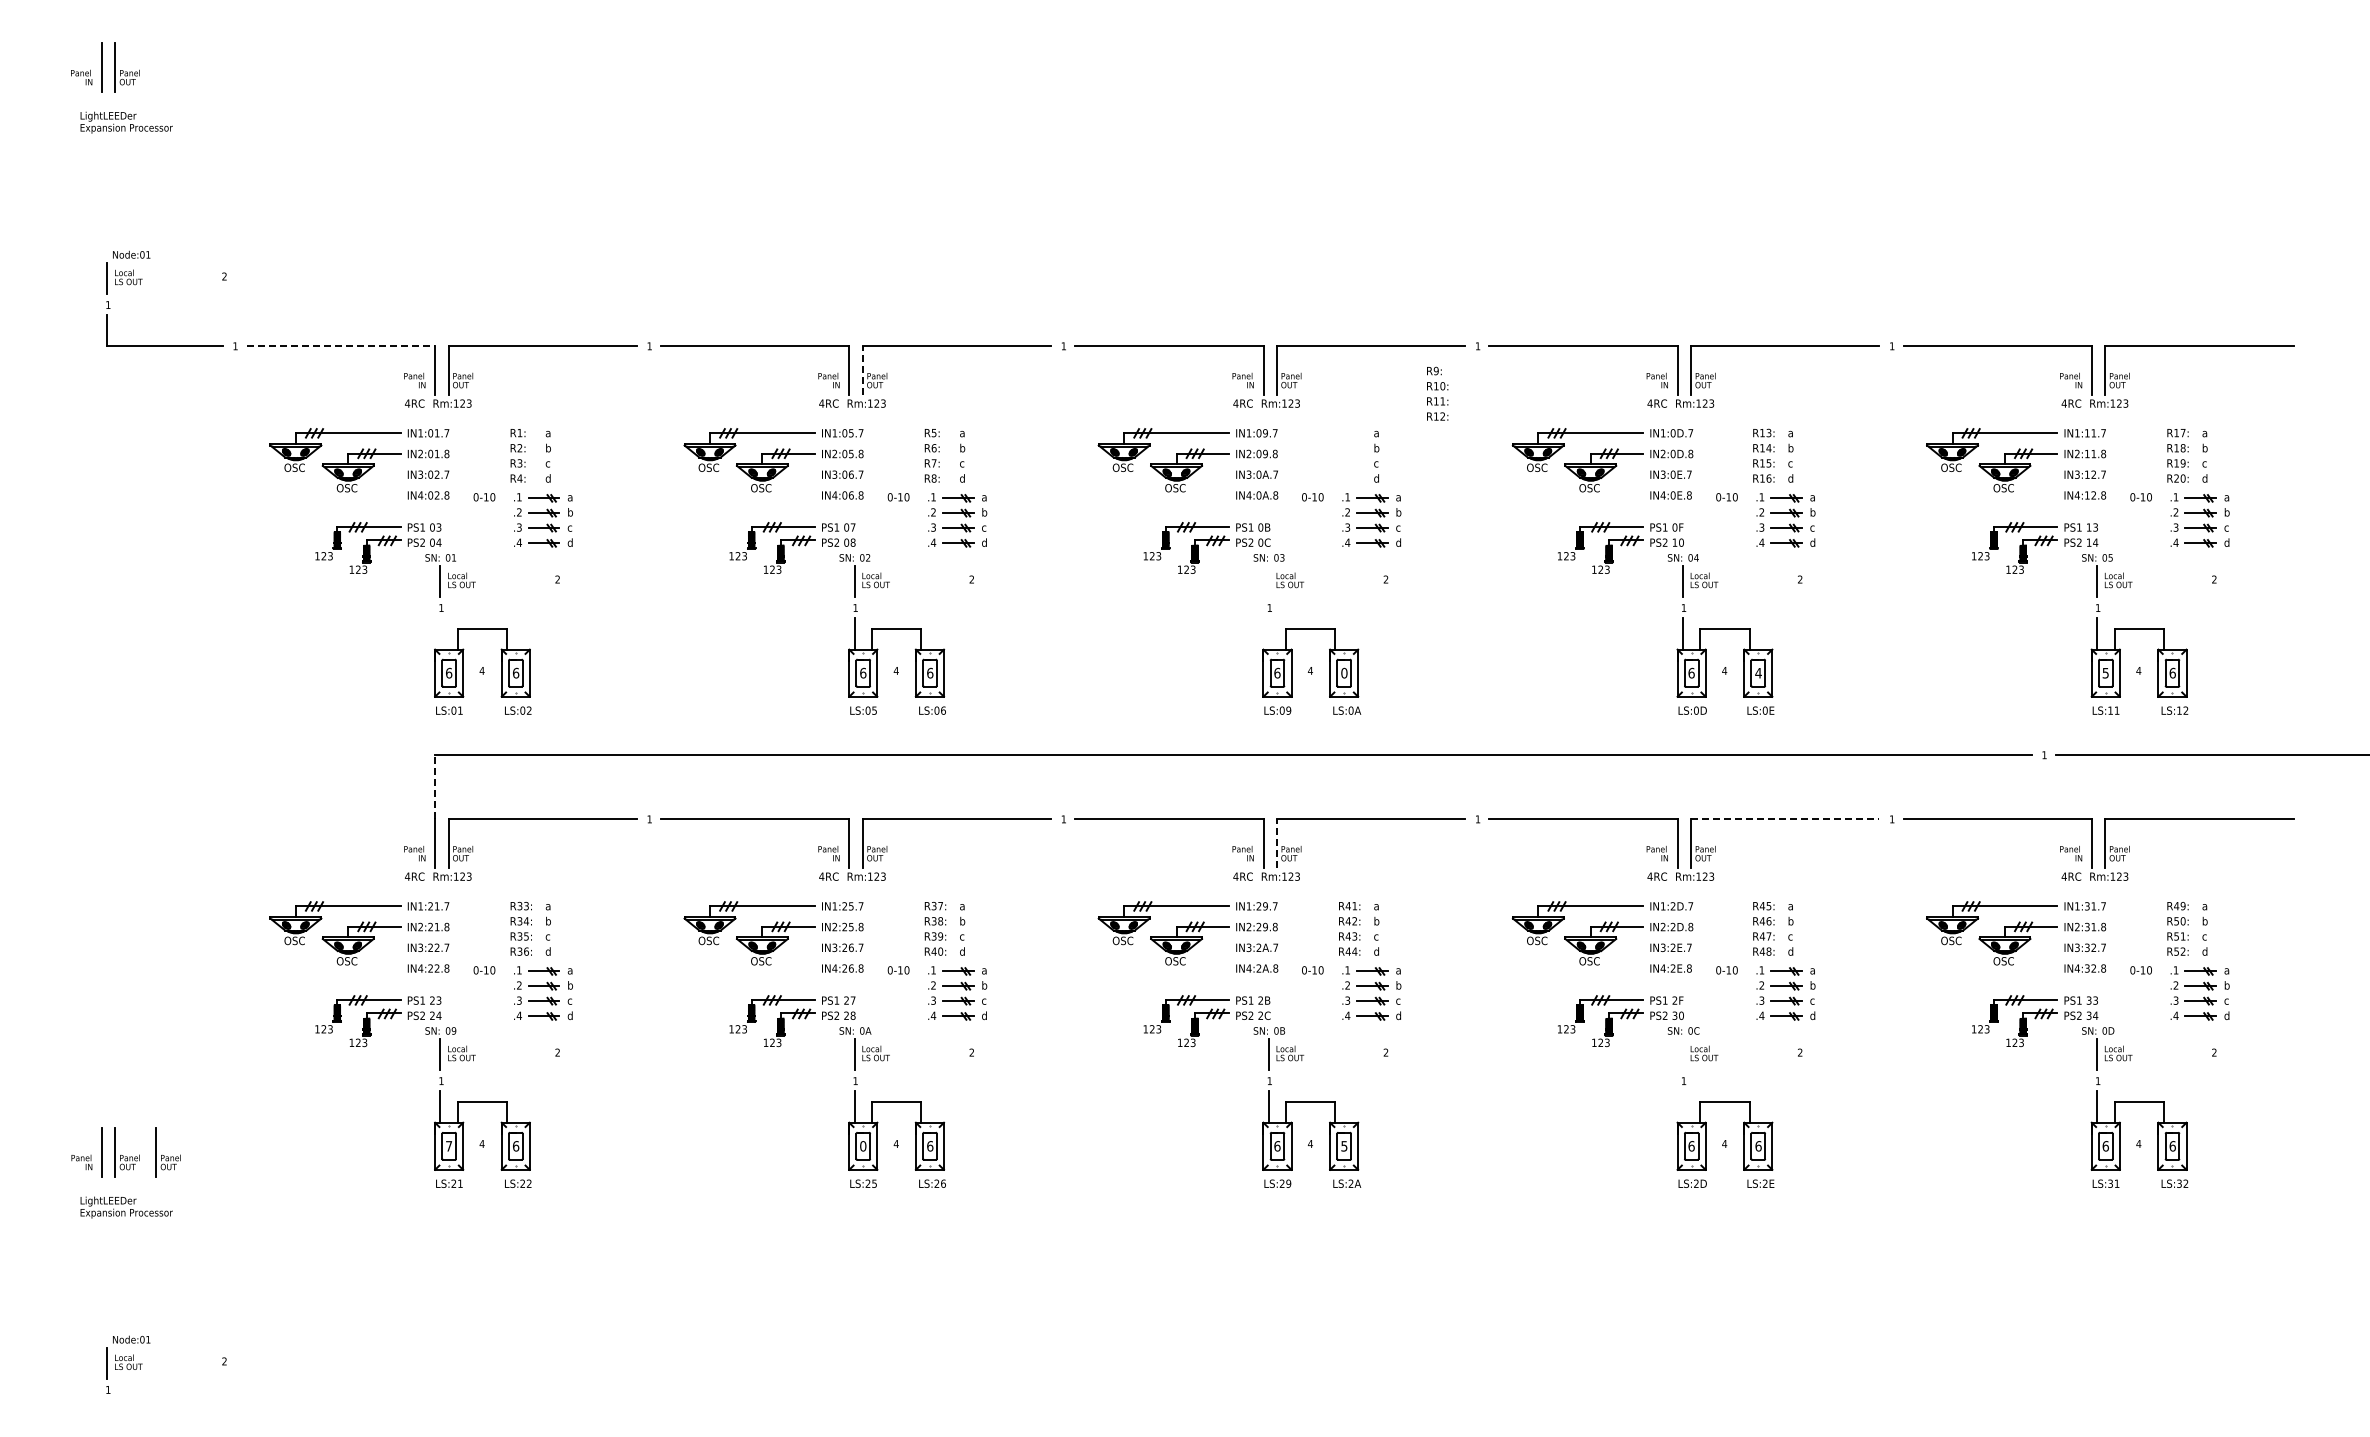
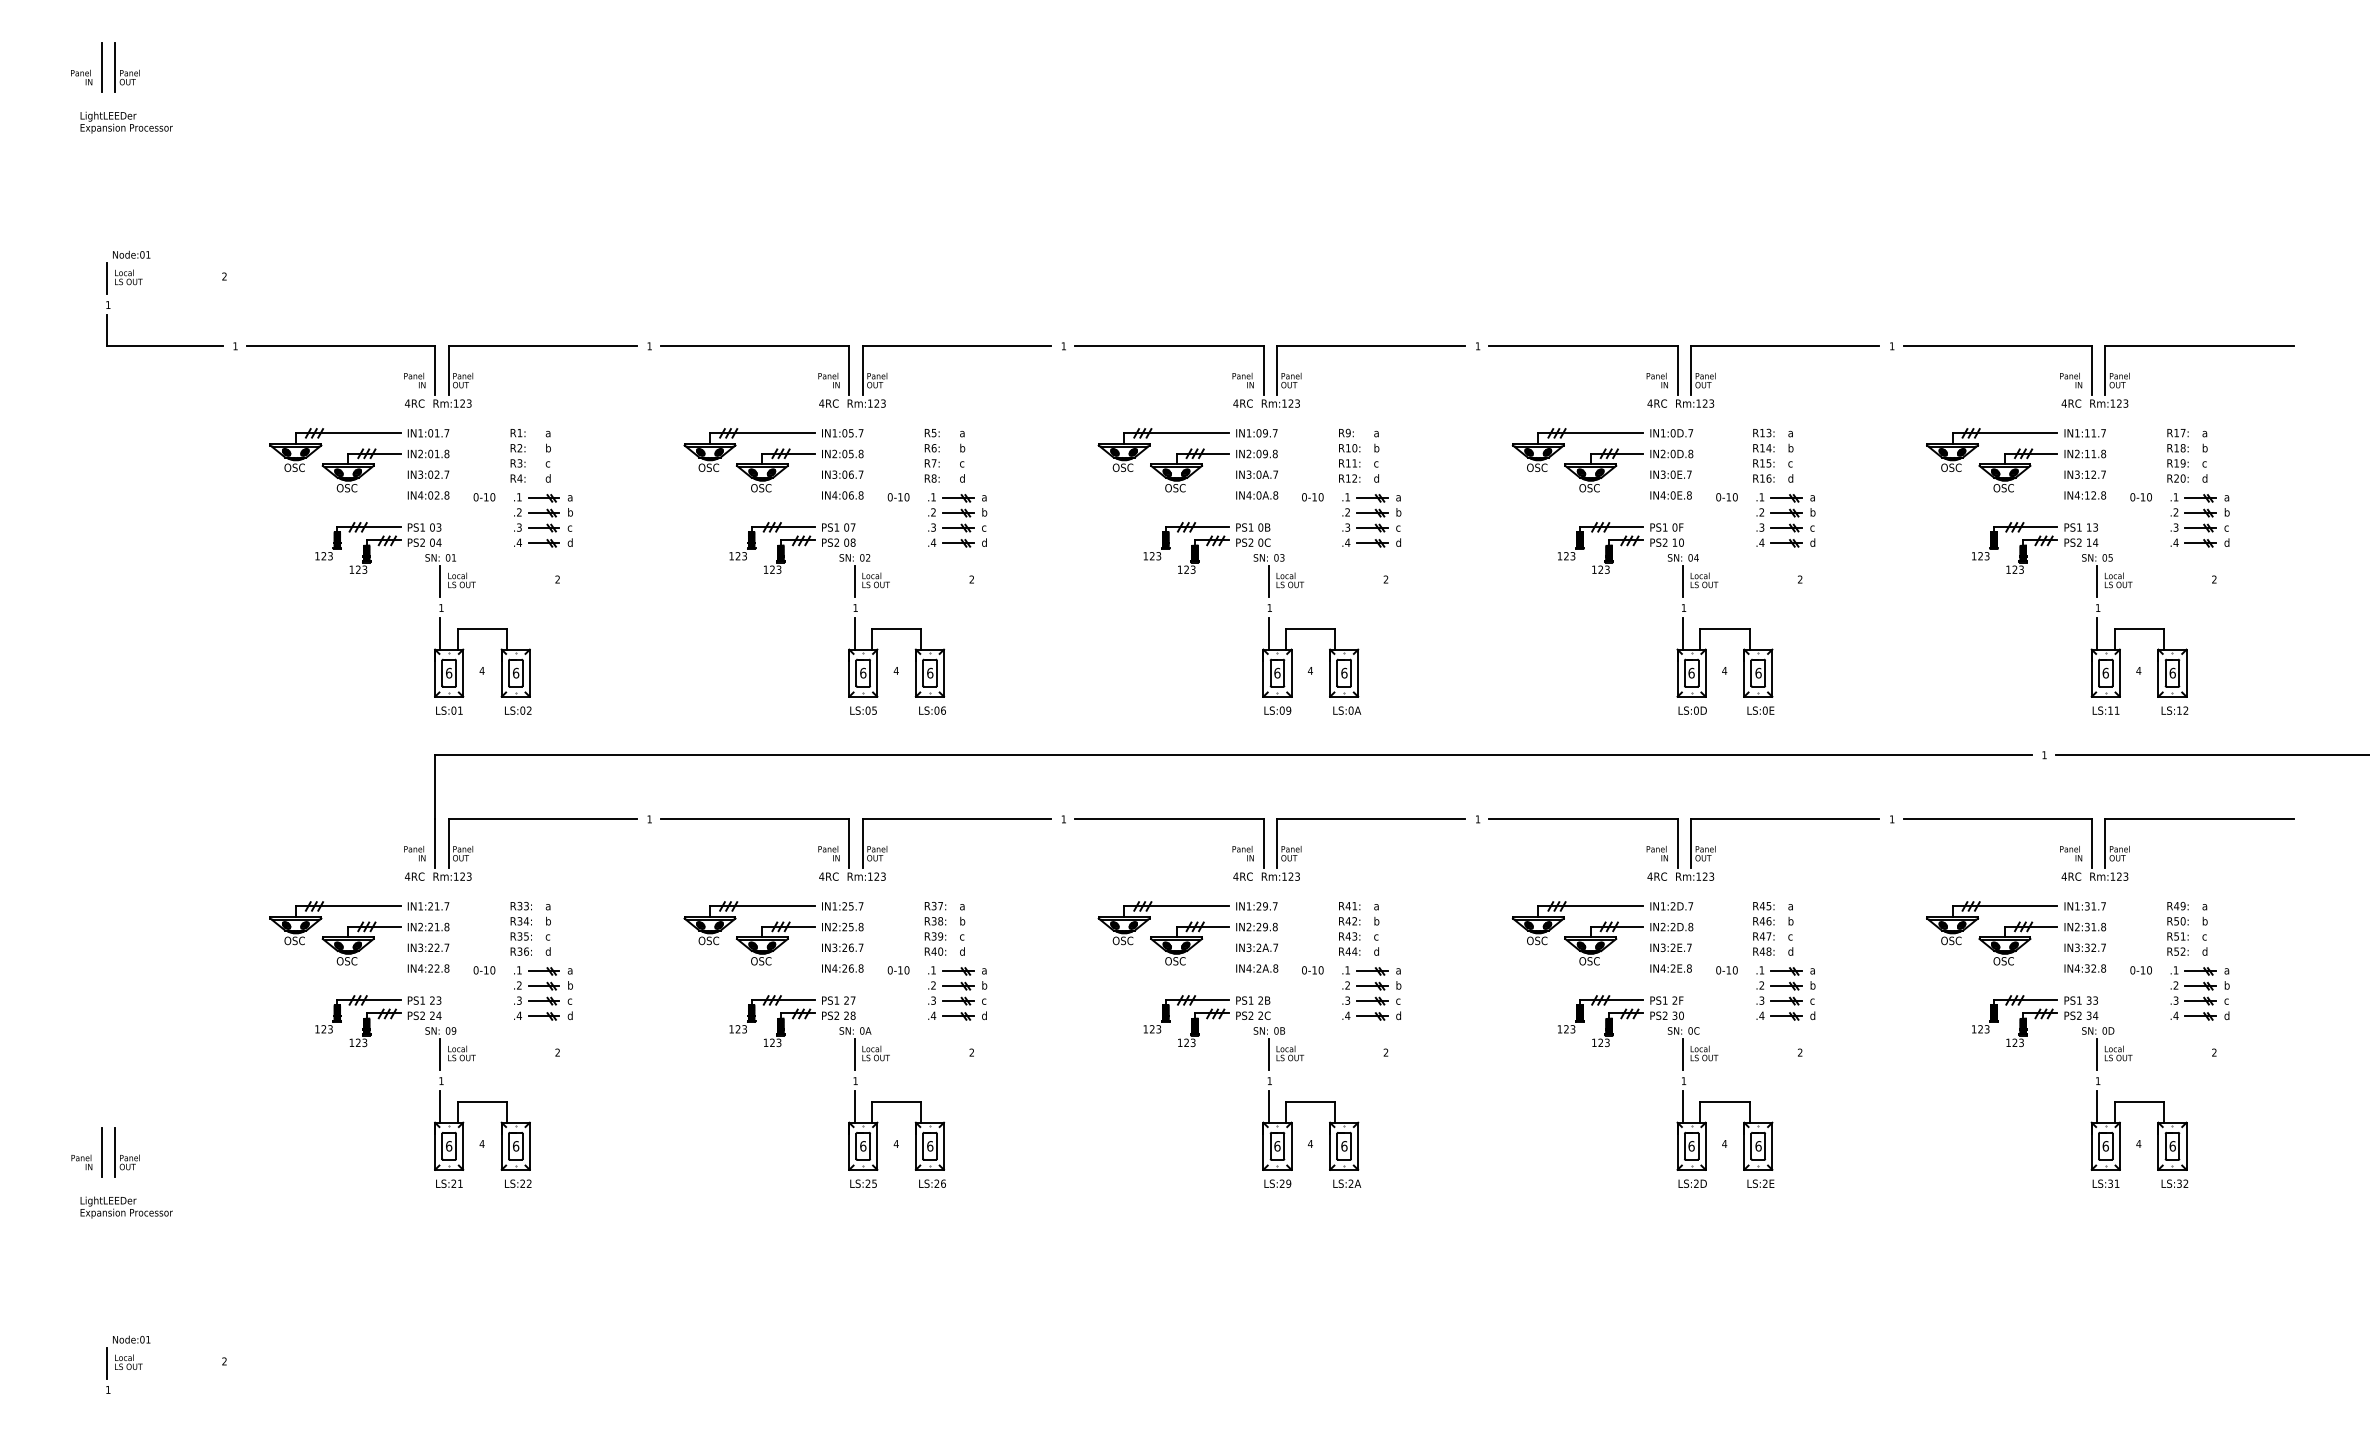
line at (341, 346): dashed -> solid
line at (862, 370): dashed -> solid
text at (1437, 393) position: (1437, 393) -> (1349, 455)
line at (1268, 581): none -> present
line at (440, 633): none -> present
line at (1268, 633): none -> present
text at (1344, 672): 0 -> 6
text at (1758, 672): 4 -> 6
text at (2105, 672): 5 -> 6
line at (435, 786): dashed -> solid
line at (1785, 819): dashed -> solid
line at (1276, 843): dashed -> solid
line at (1682, 1054): none -> present
line at (1682, 1106): none -> present
text at (449, 1146): 7 -> 6
text at (863, 1146): 0 -> 6
text at (1344, 1146): 5 -> 6
part at (167, 1152): present -> none
